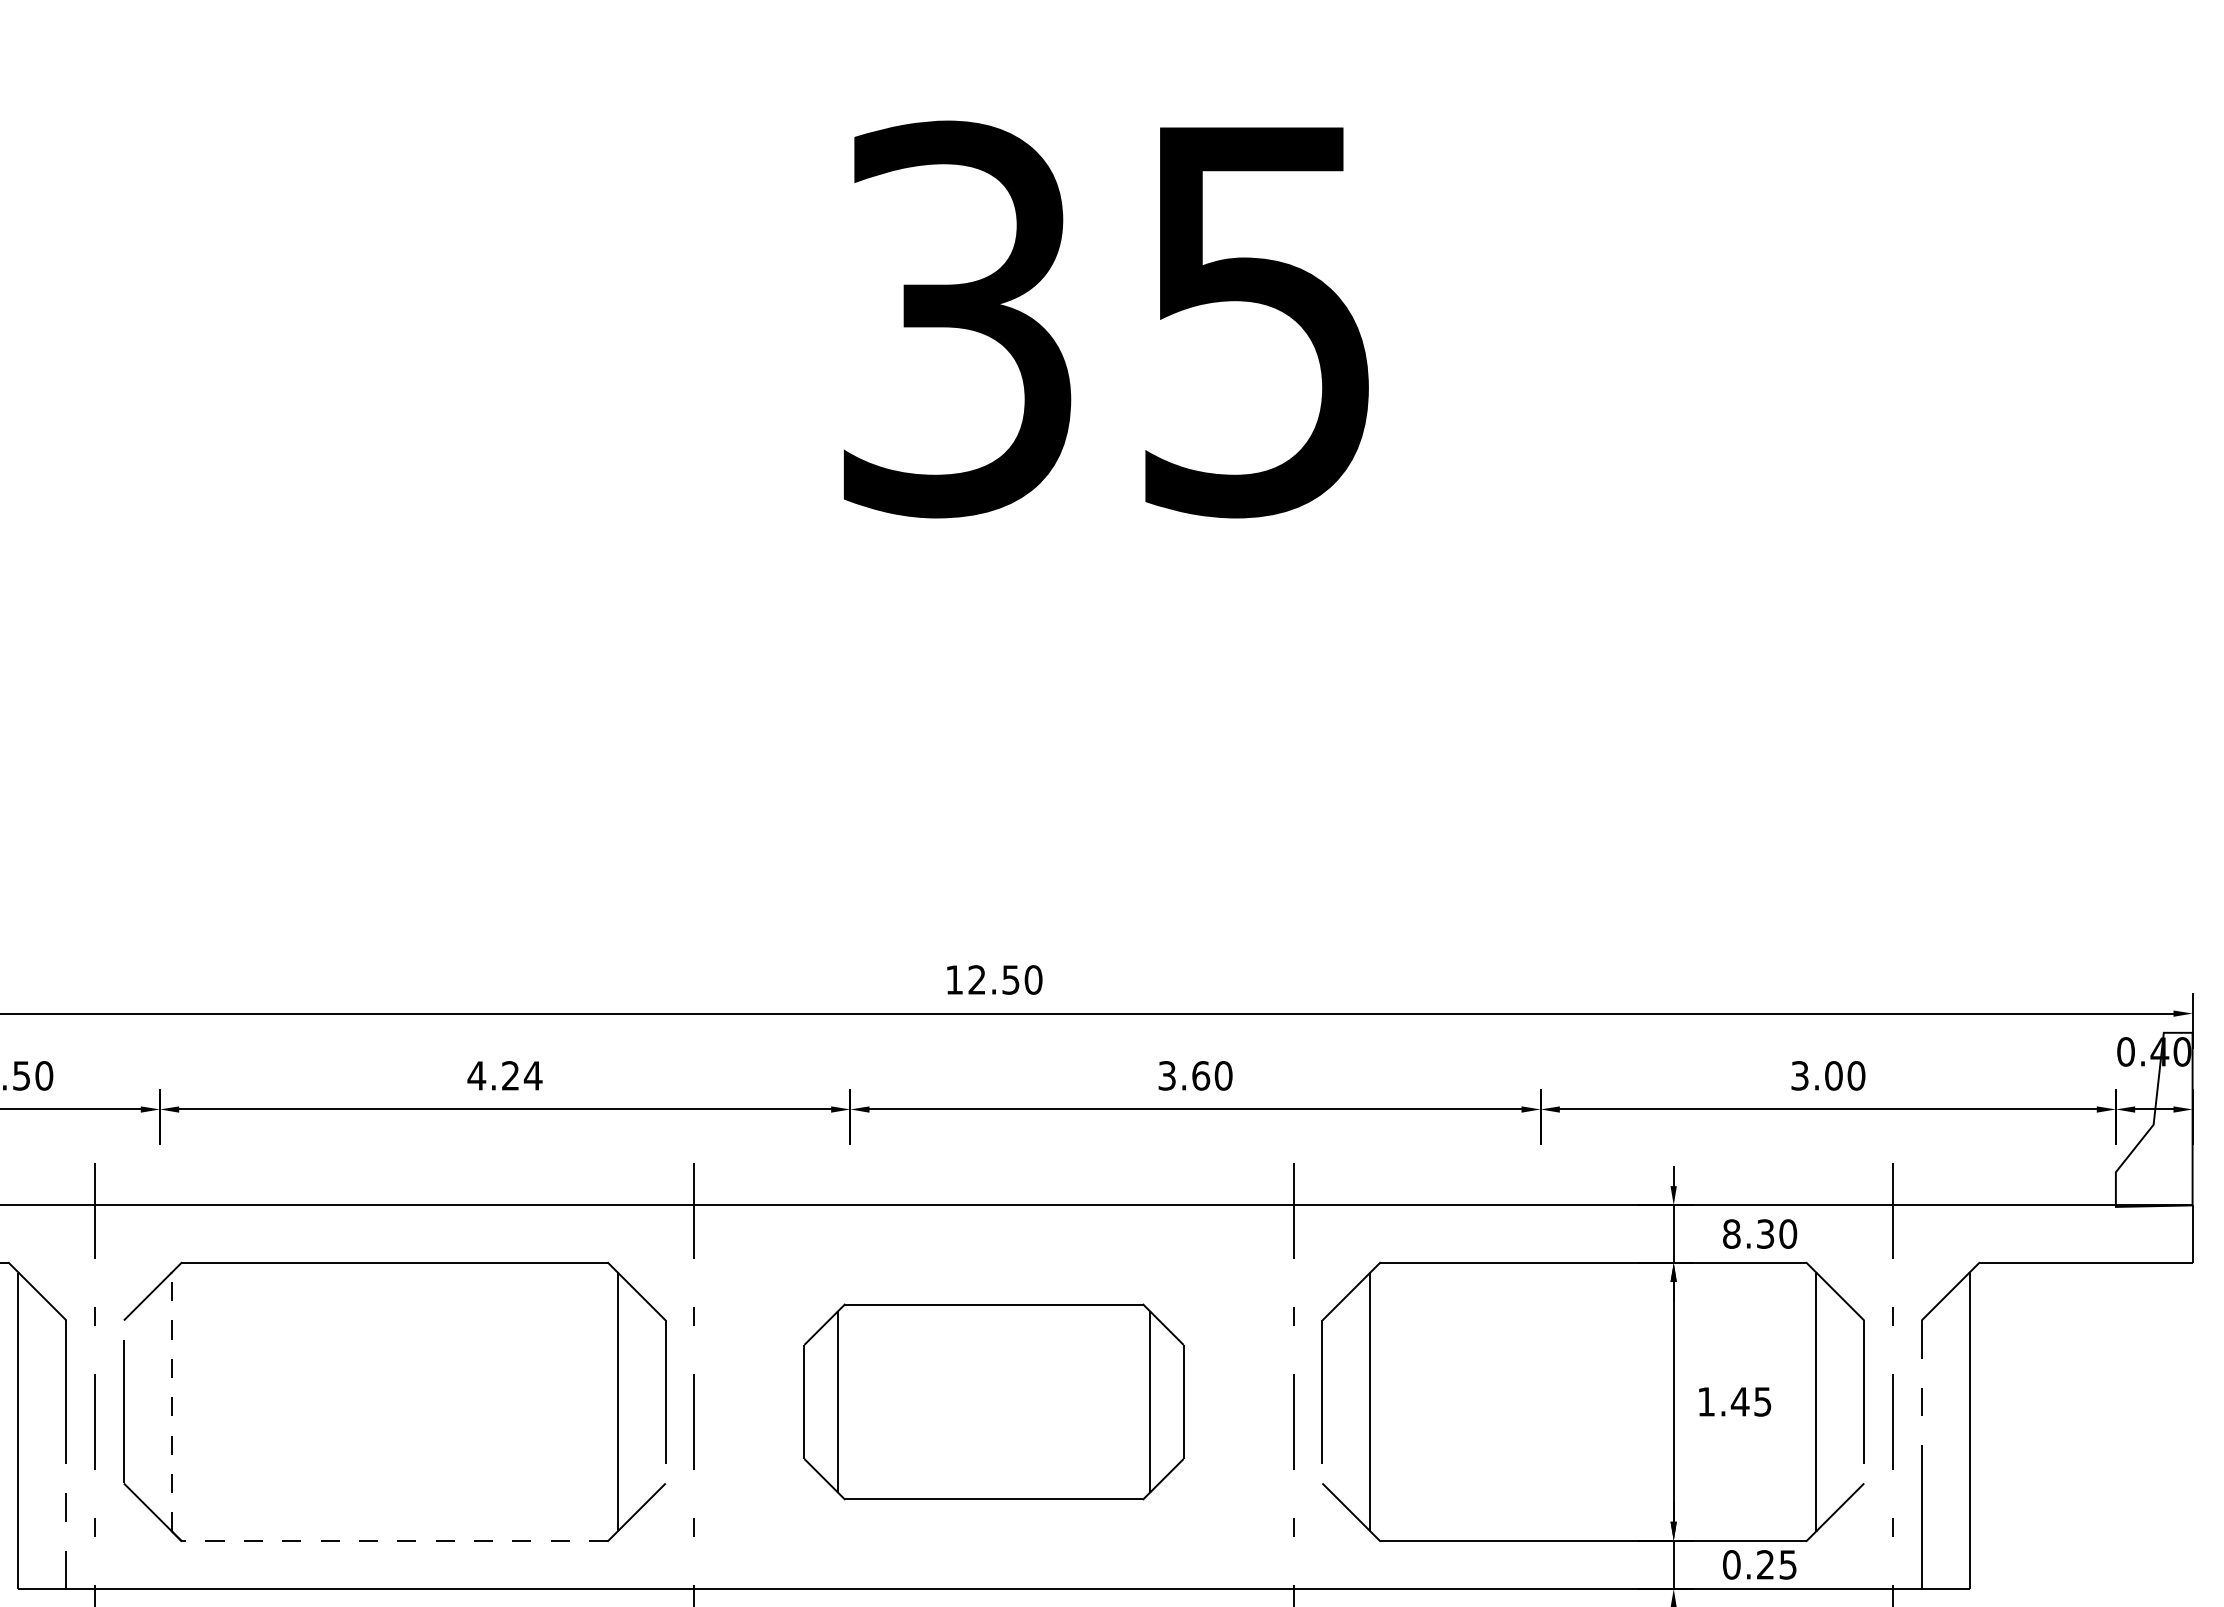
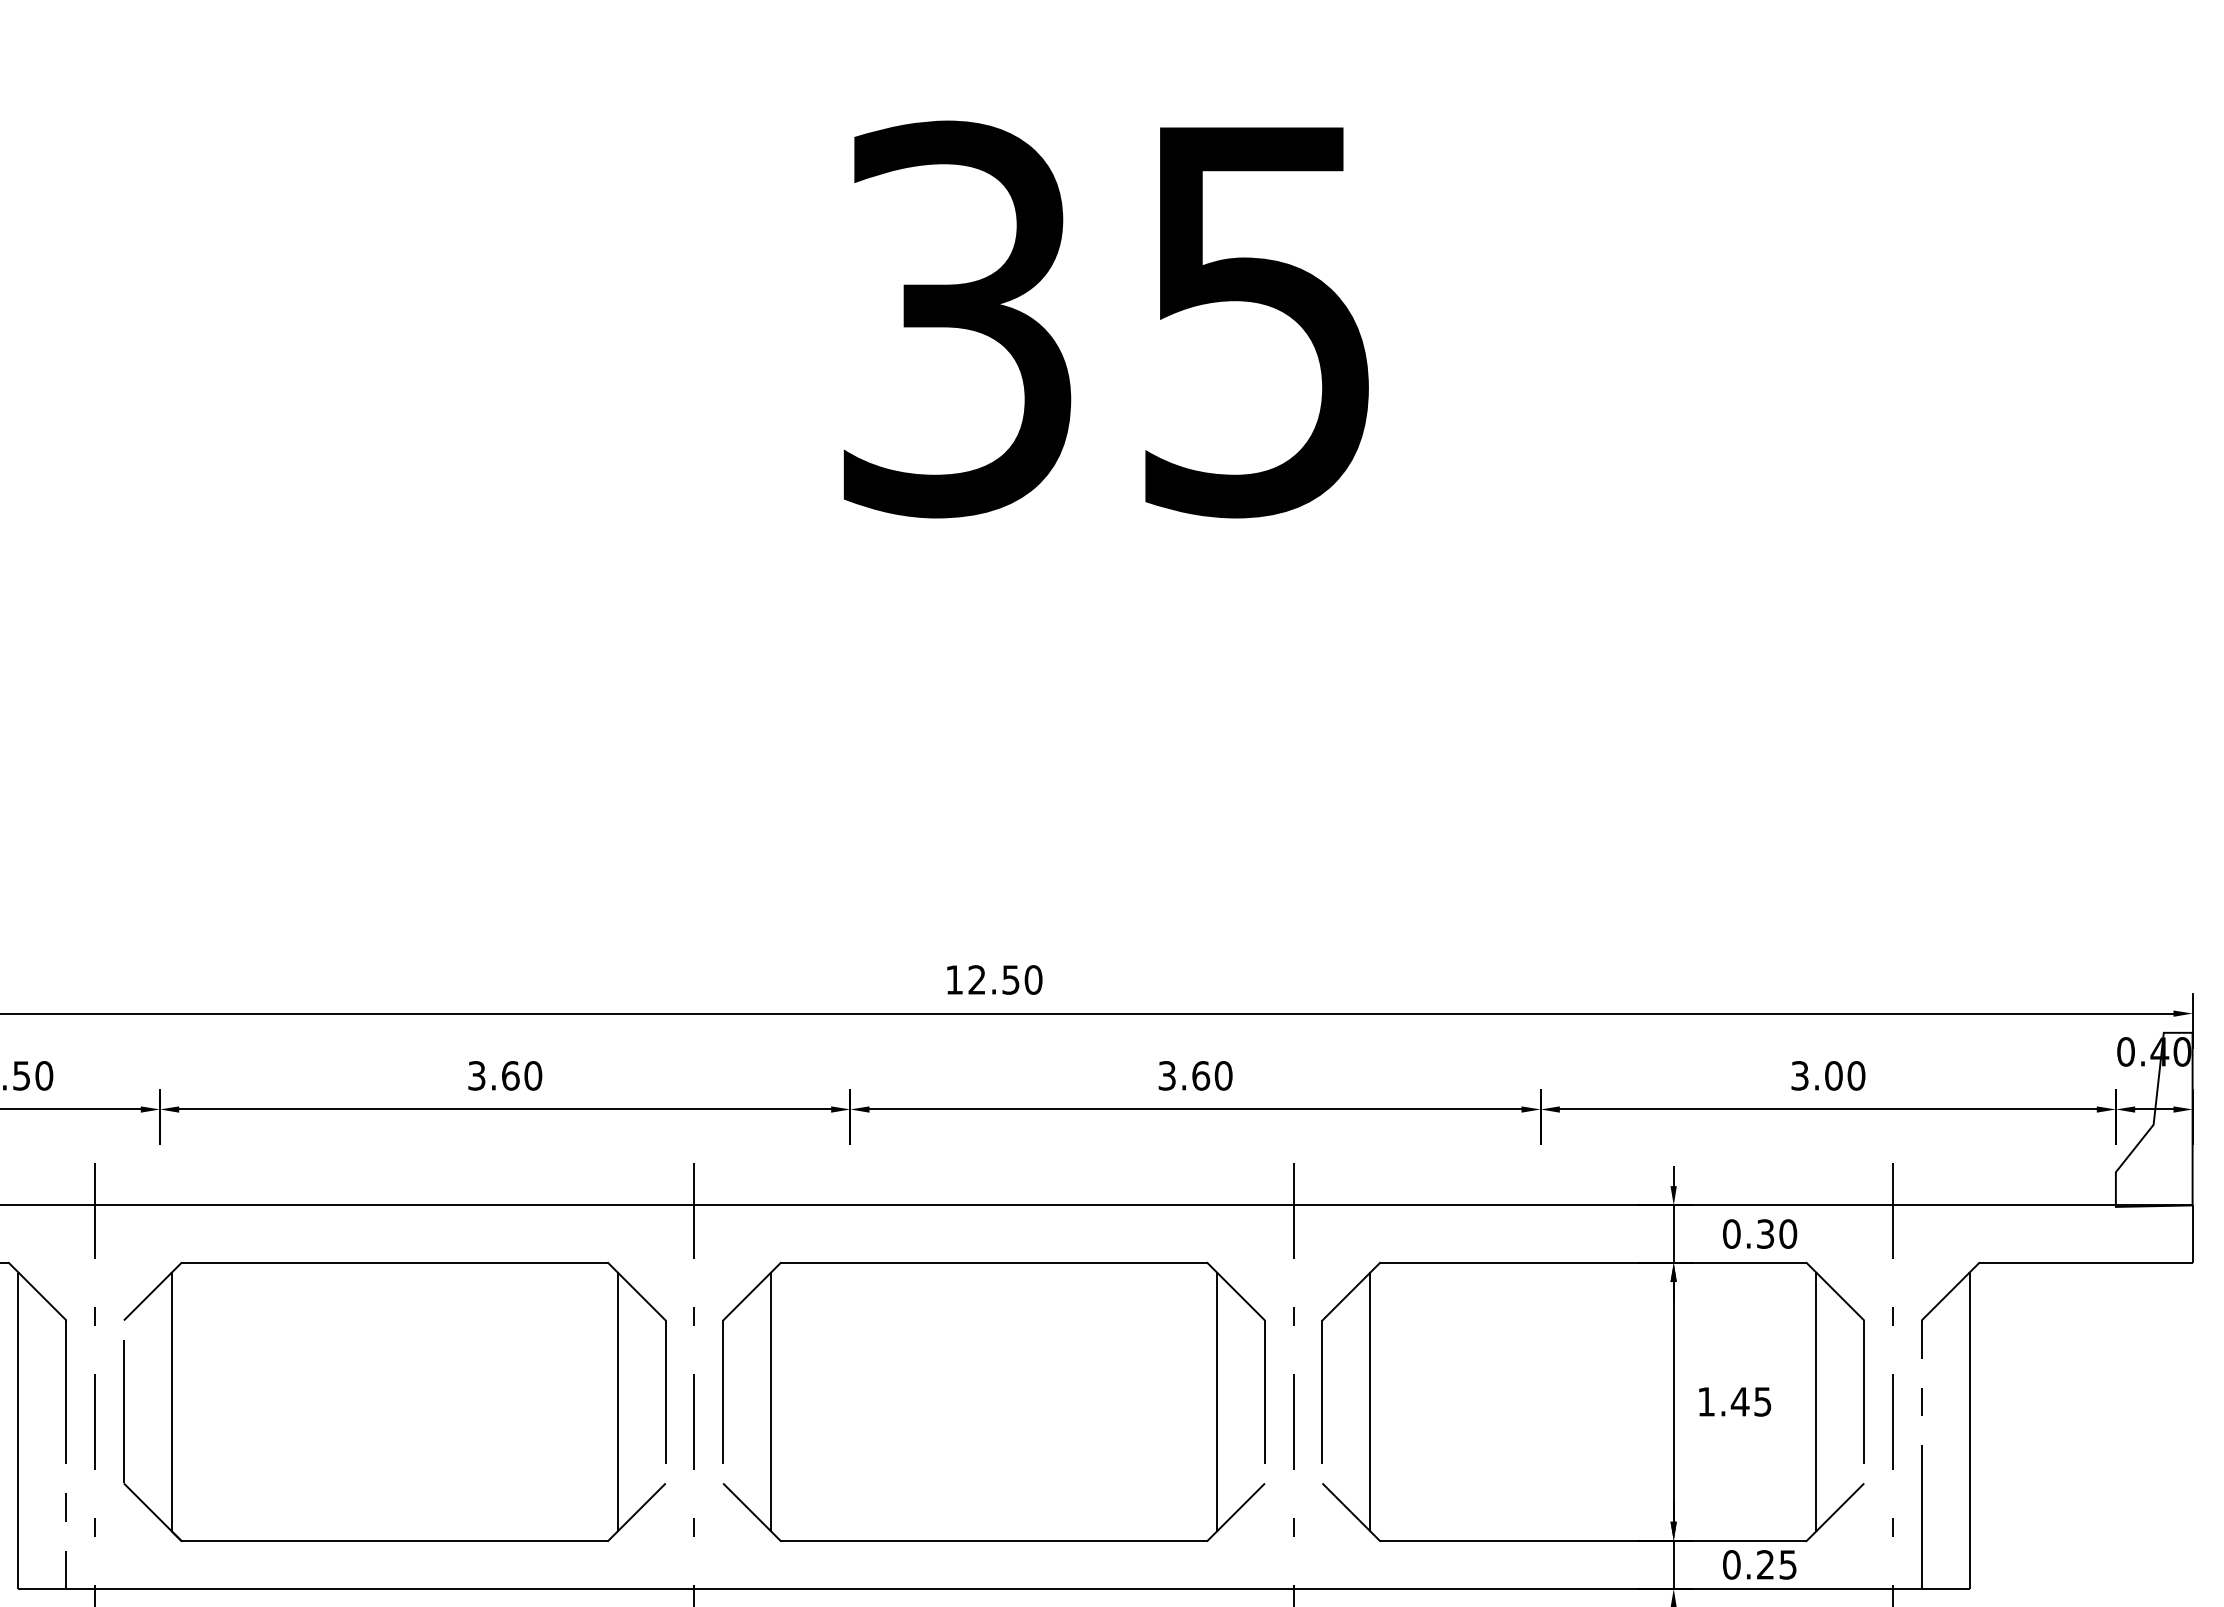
text at (504, 1075): 4.24 -> 3.60
text at (1731, 1234): 8.30 -> 0.30
line at (171, 1401): dashed -> solid
part at (993, 1401) size: 382x198 px -> 544x282 px
line at (394, 1540): dashed -> solid
